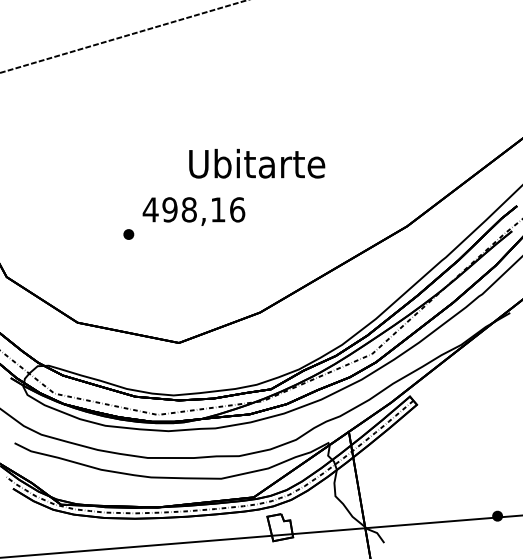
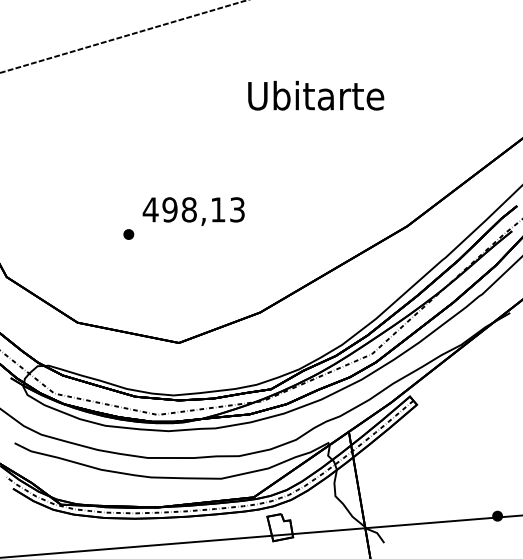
text at (257, 163) position: (257, 163) -> (316, 95)
text at (237, 209): 498,16 -> 498,13
